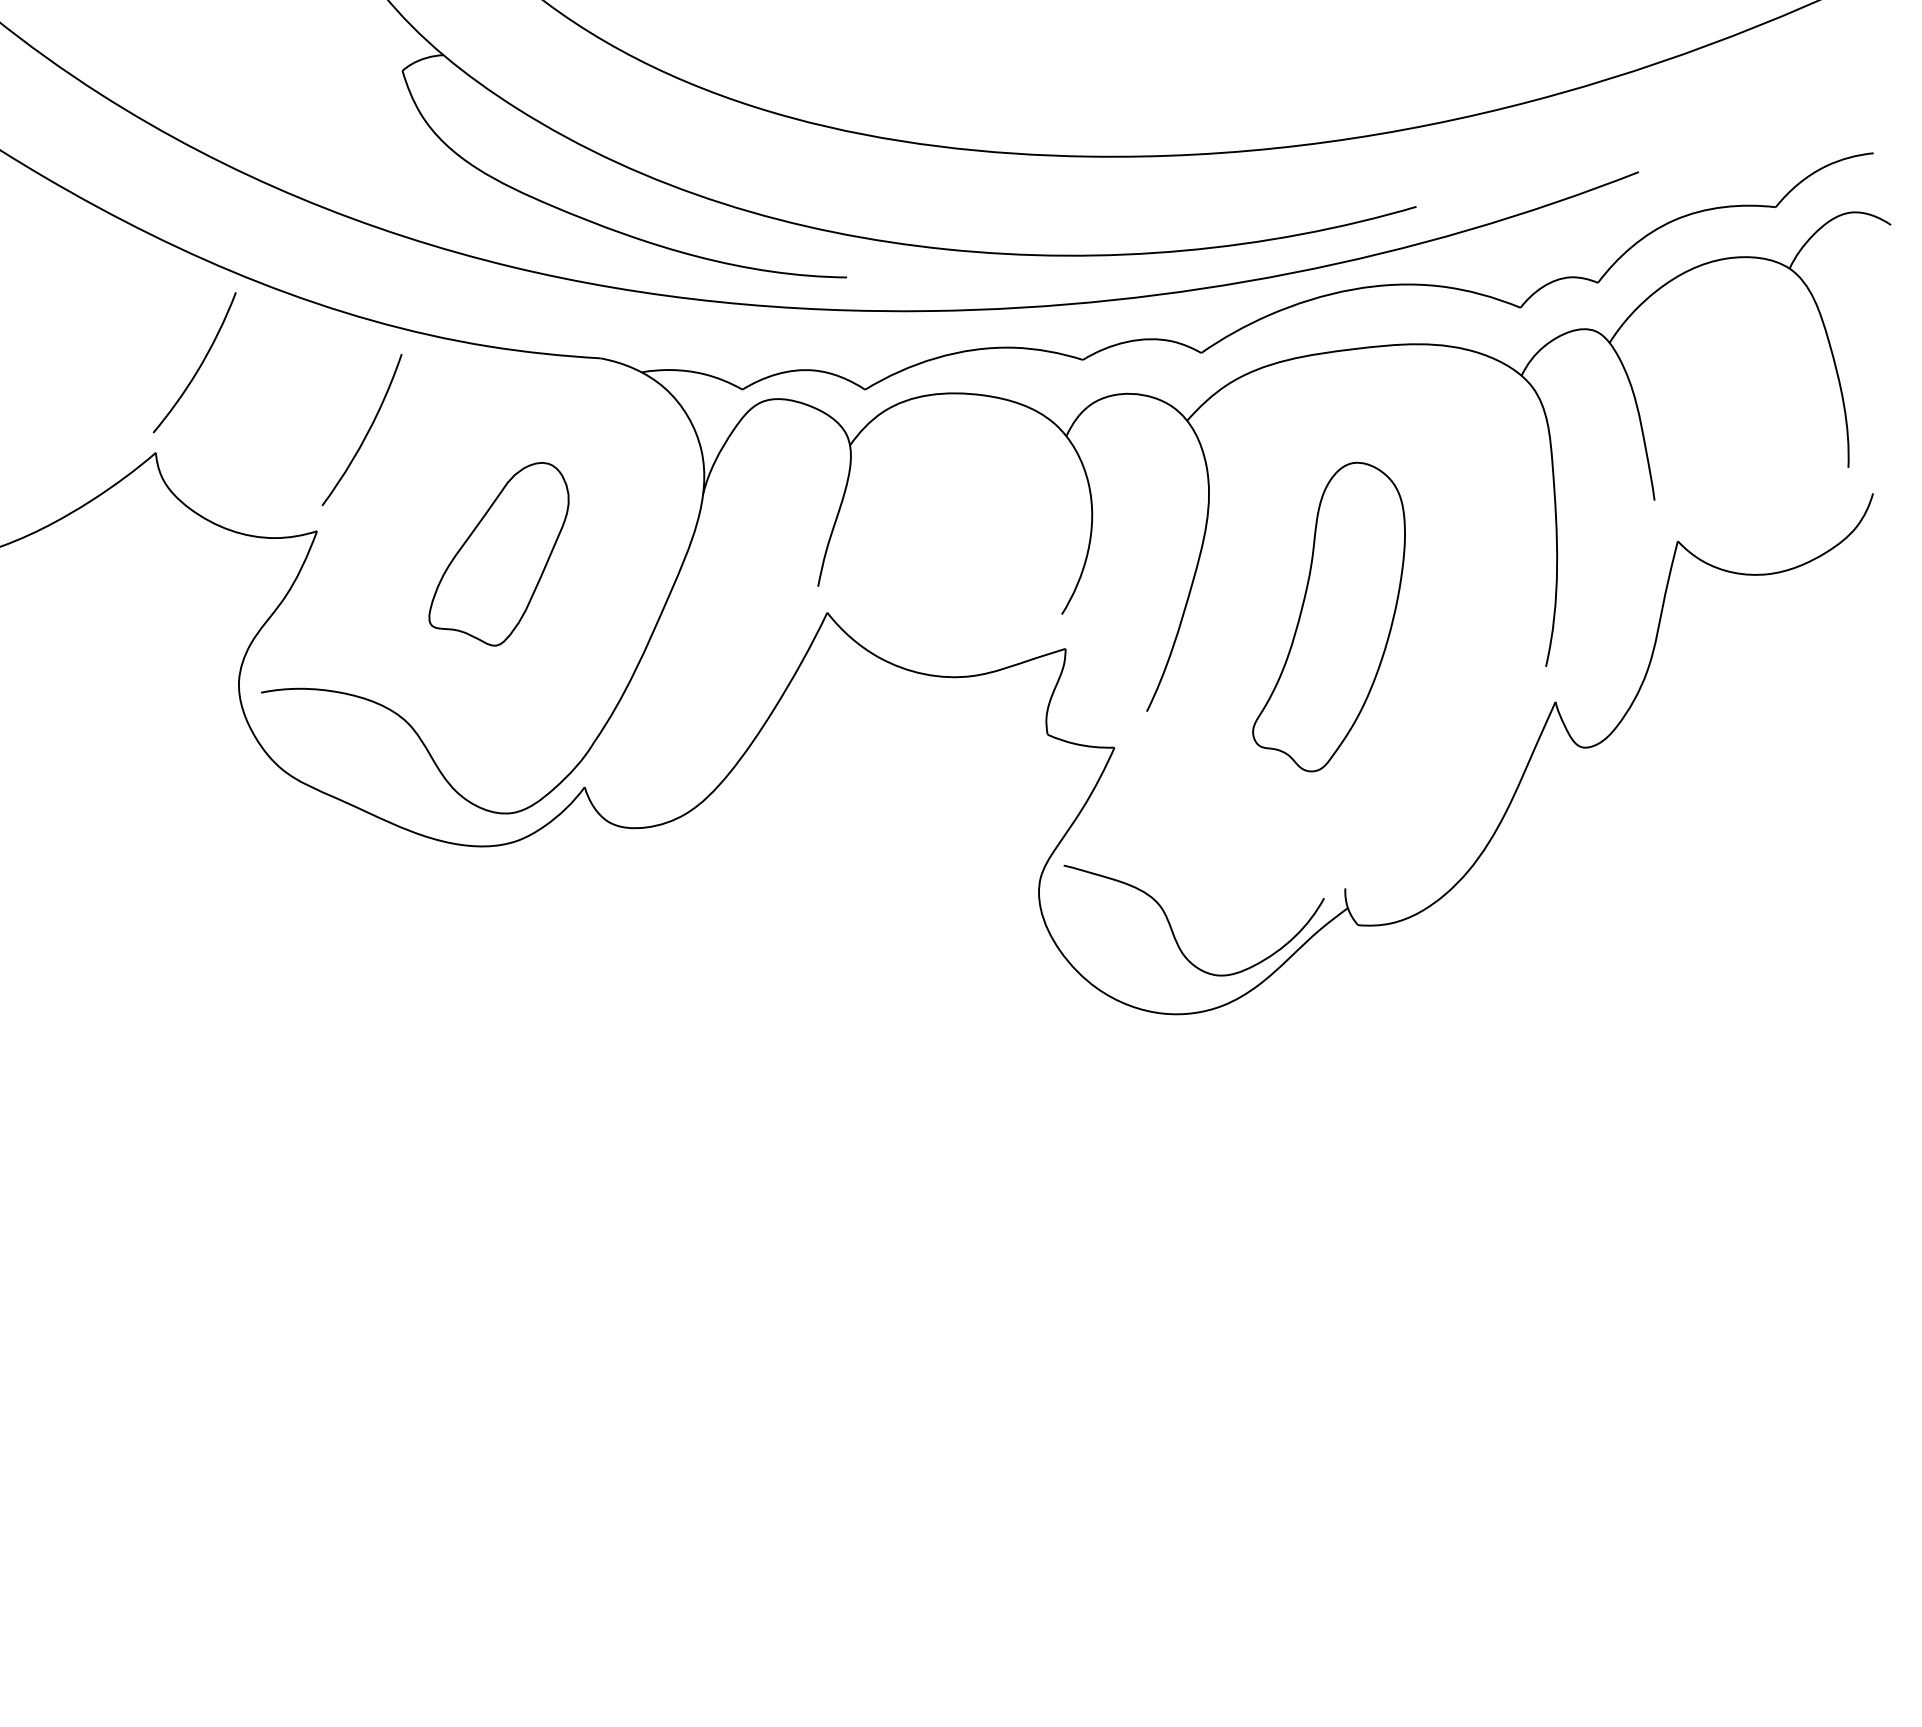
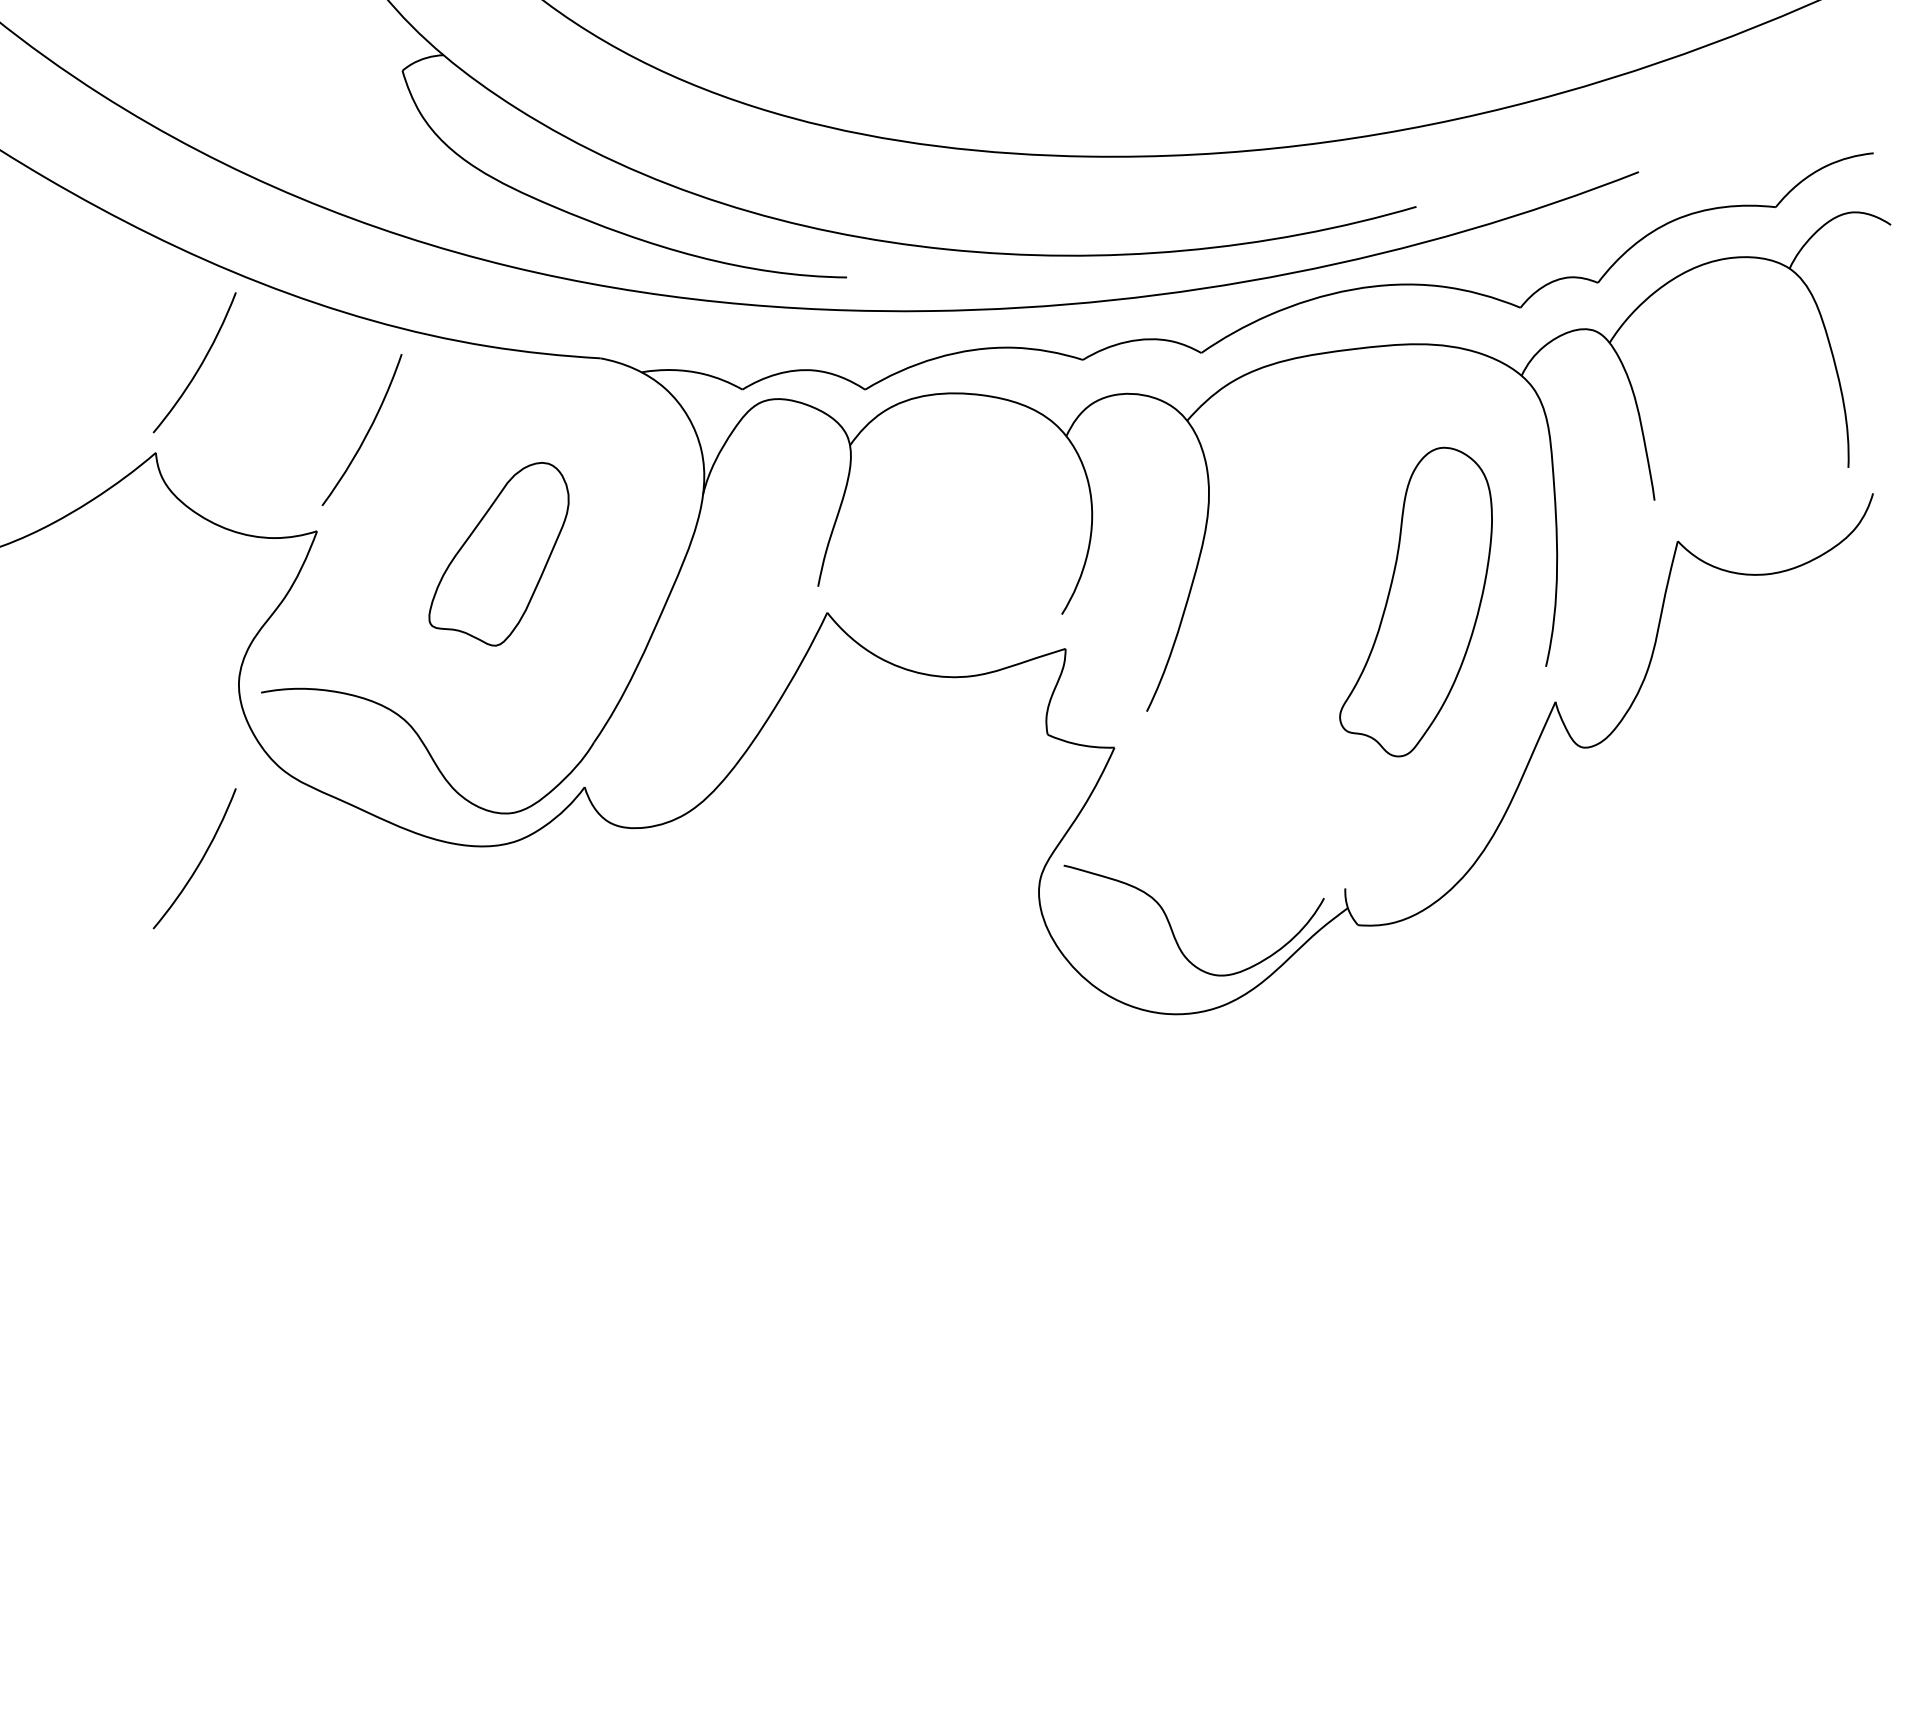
part at (1328, 616) position: (1328, 616) -> (1415, 601)
curve at (199, 861): none -> present
